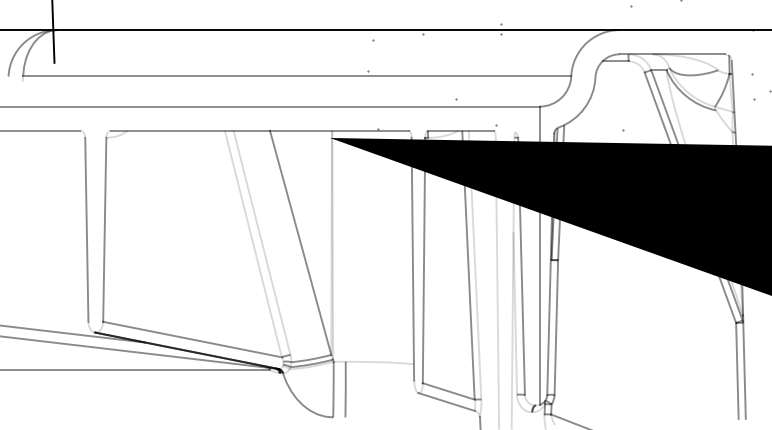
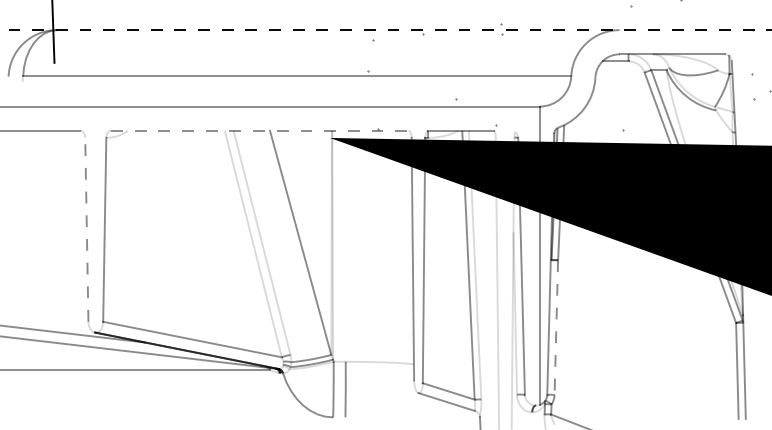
line at (386, 30): solid -> dashed
line at (259, 130): solid -> dashed
line at (86, 229): solid -> dashed
line at (556, 328): solid -> dashed
